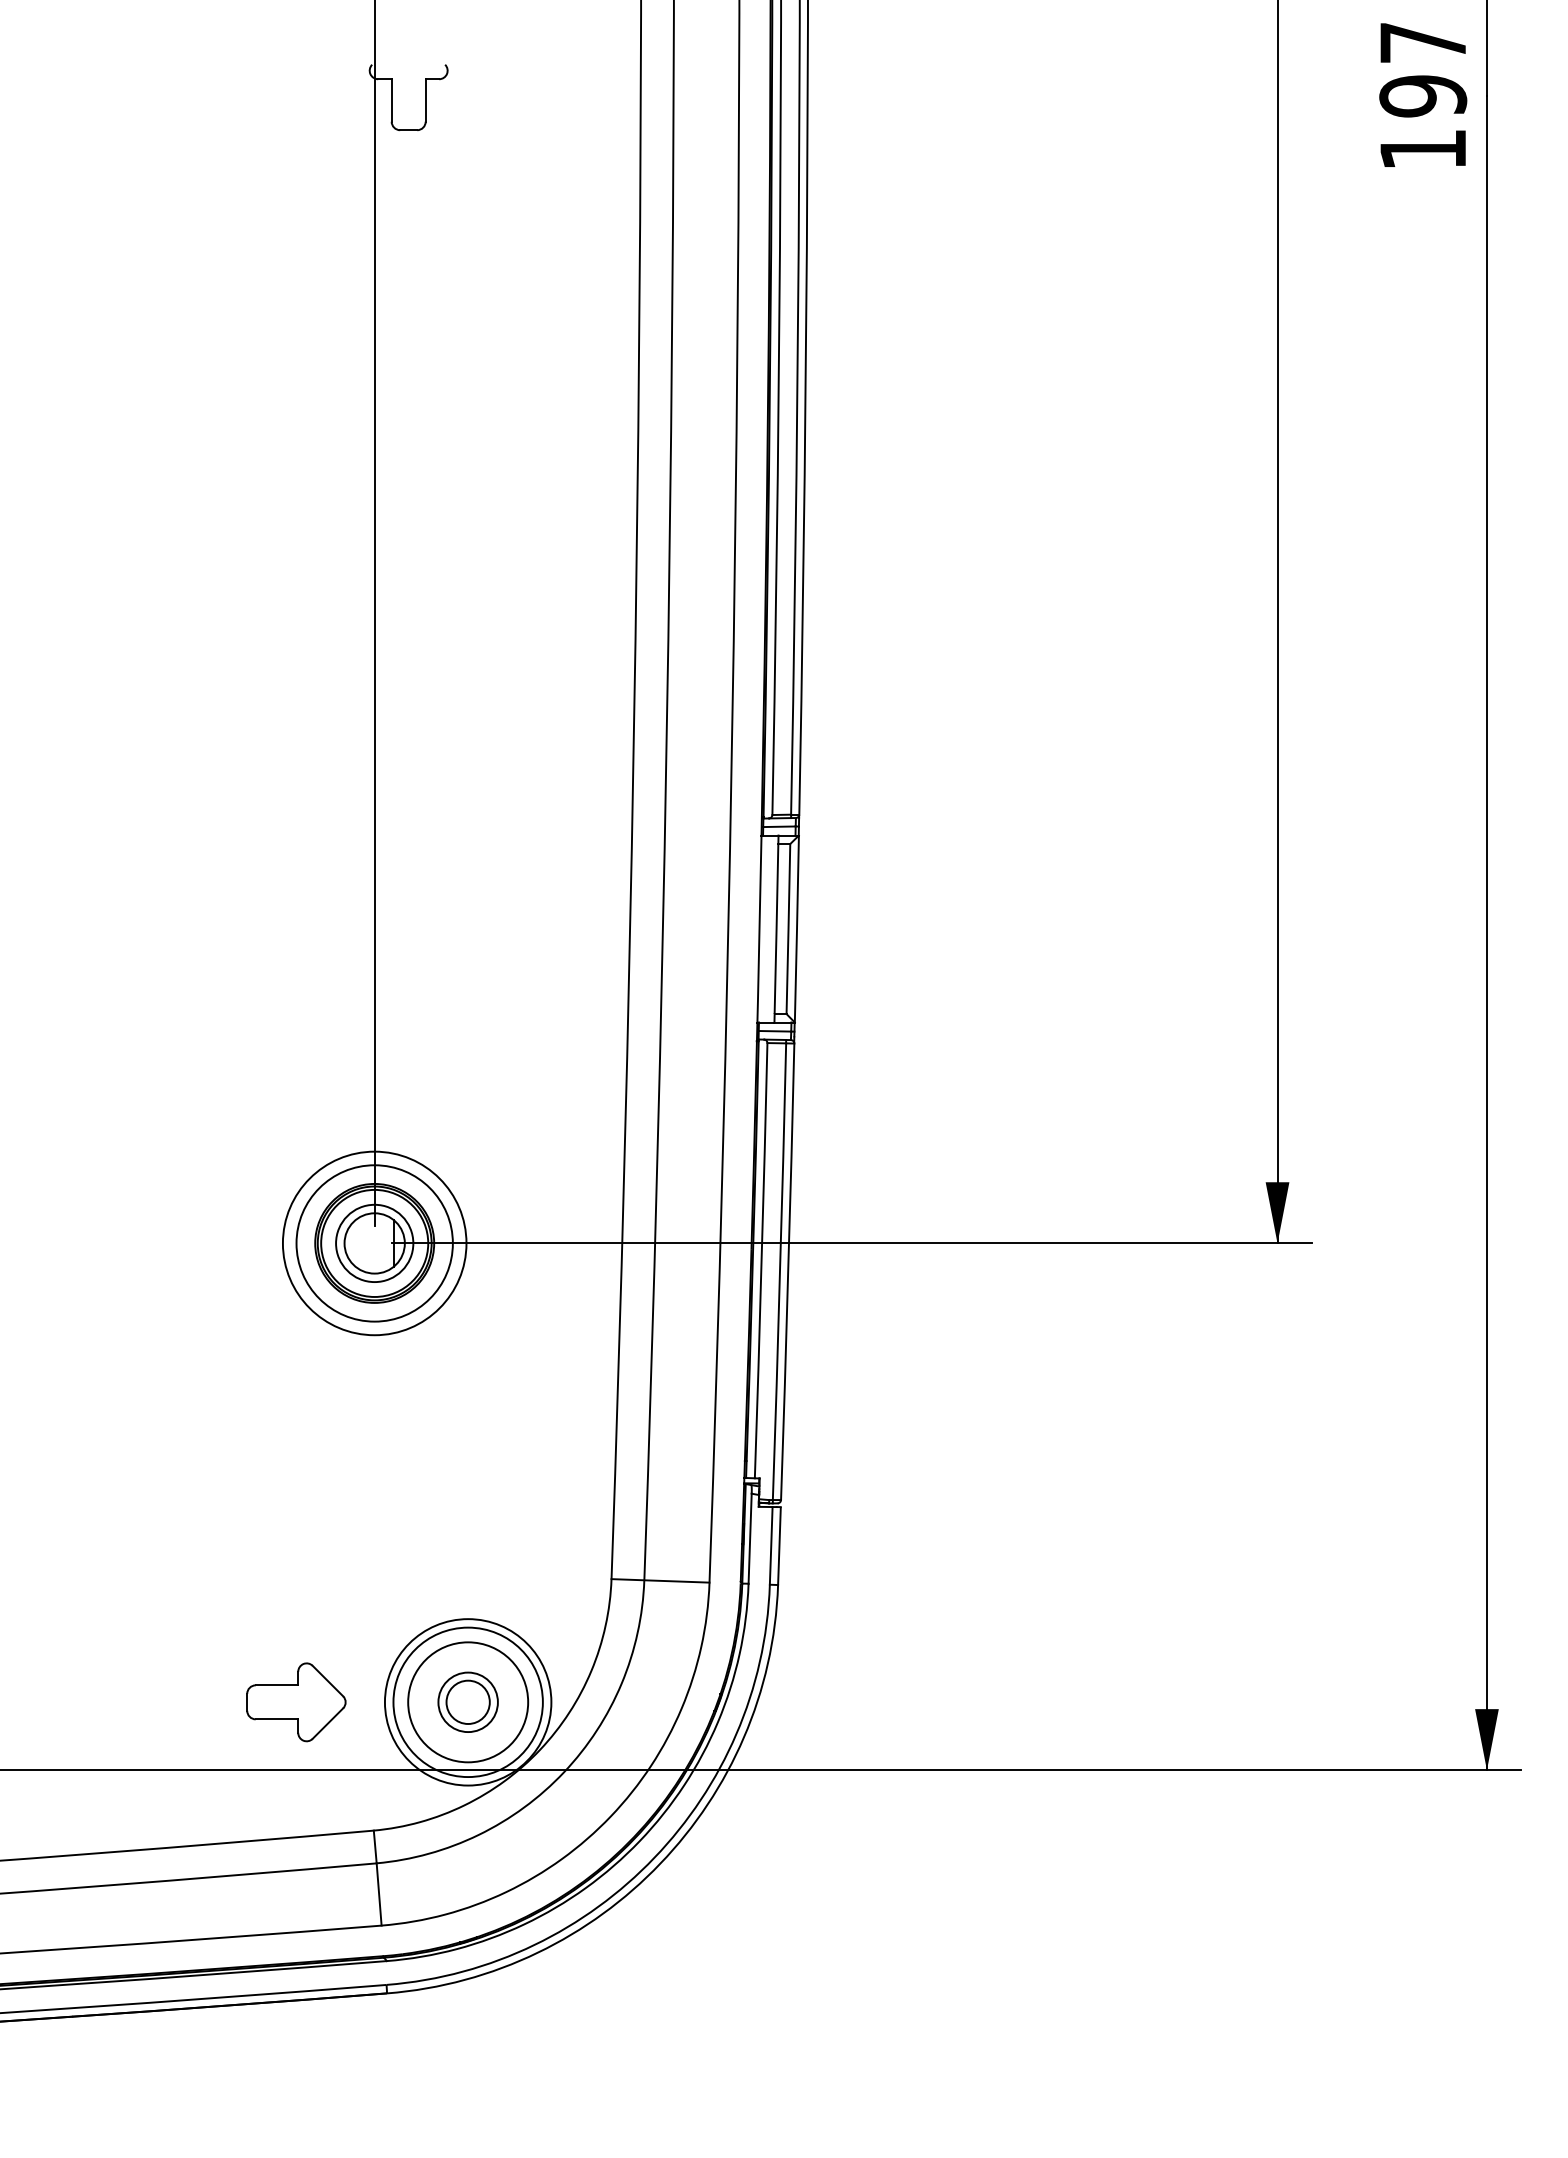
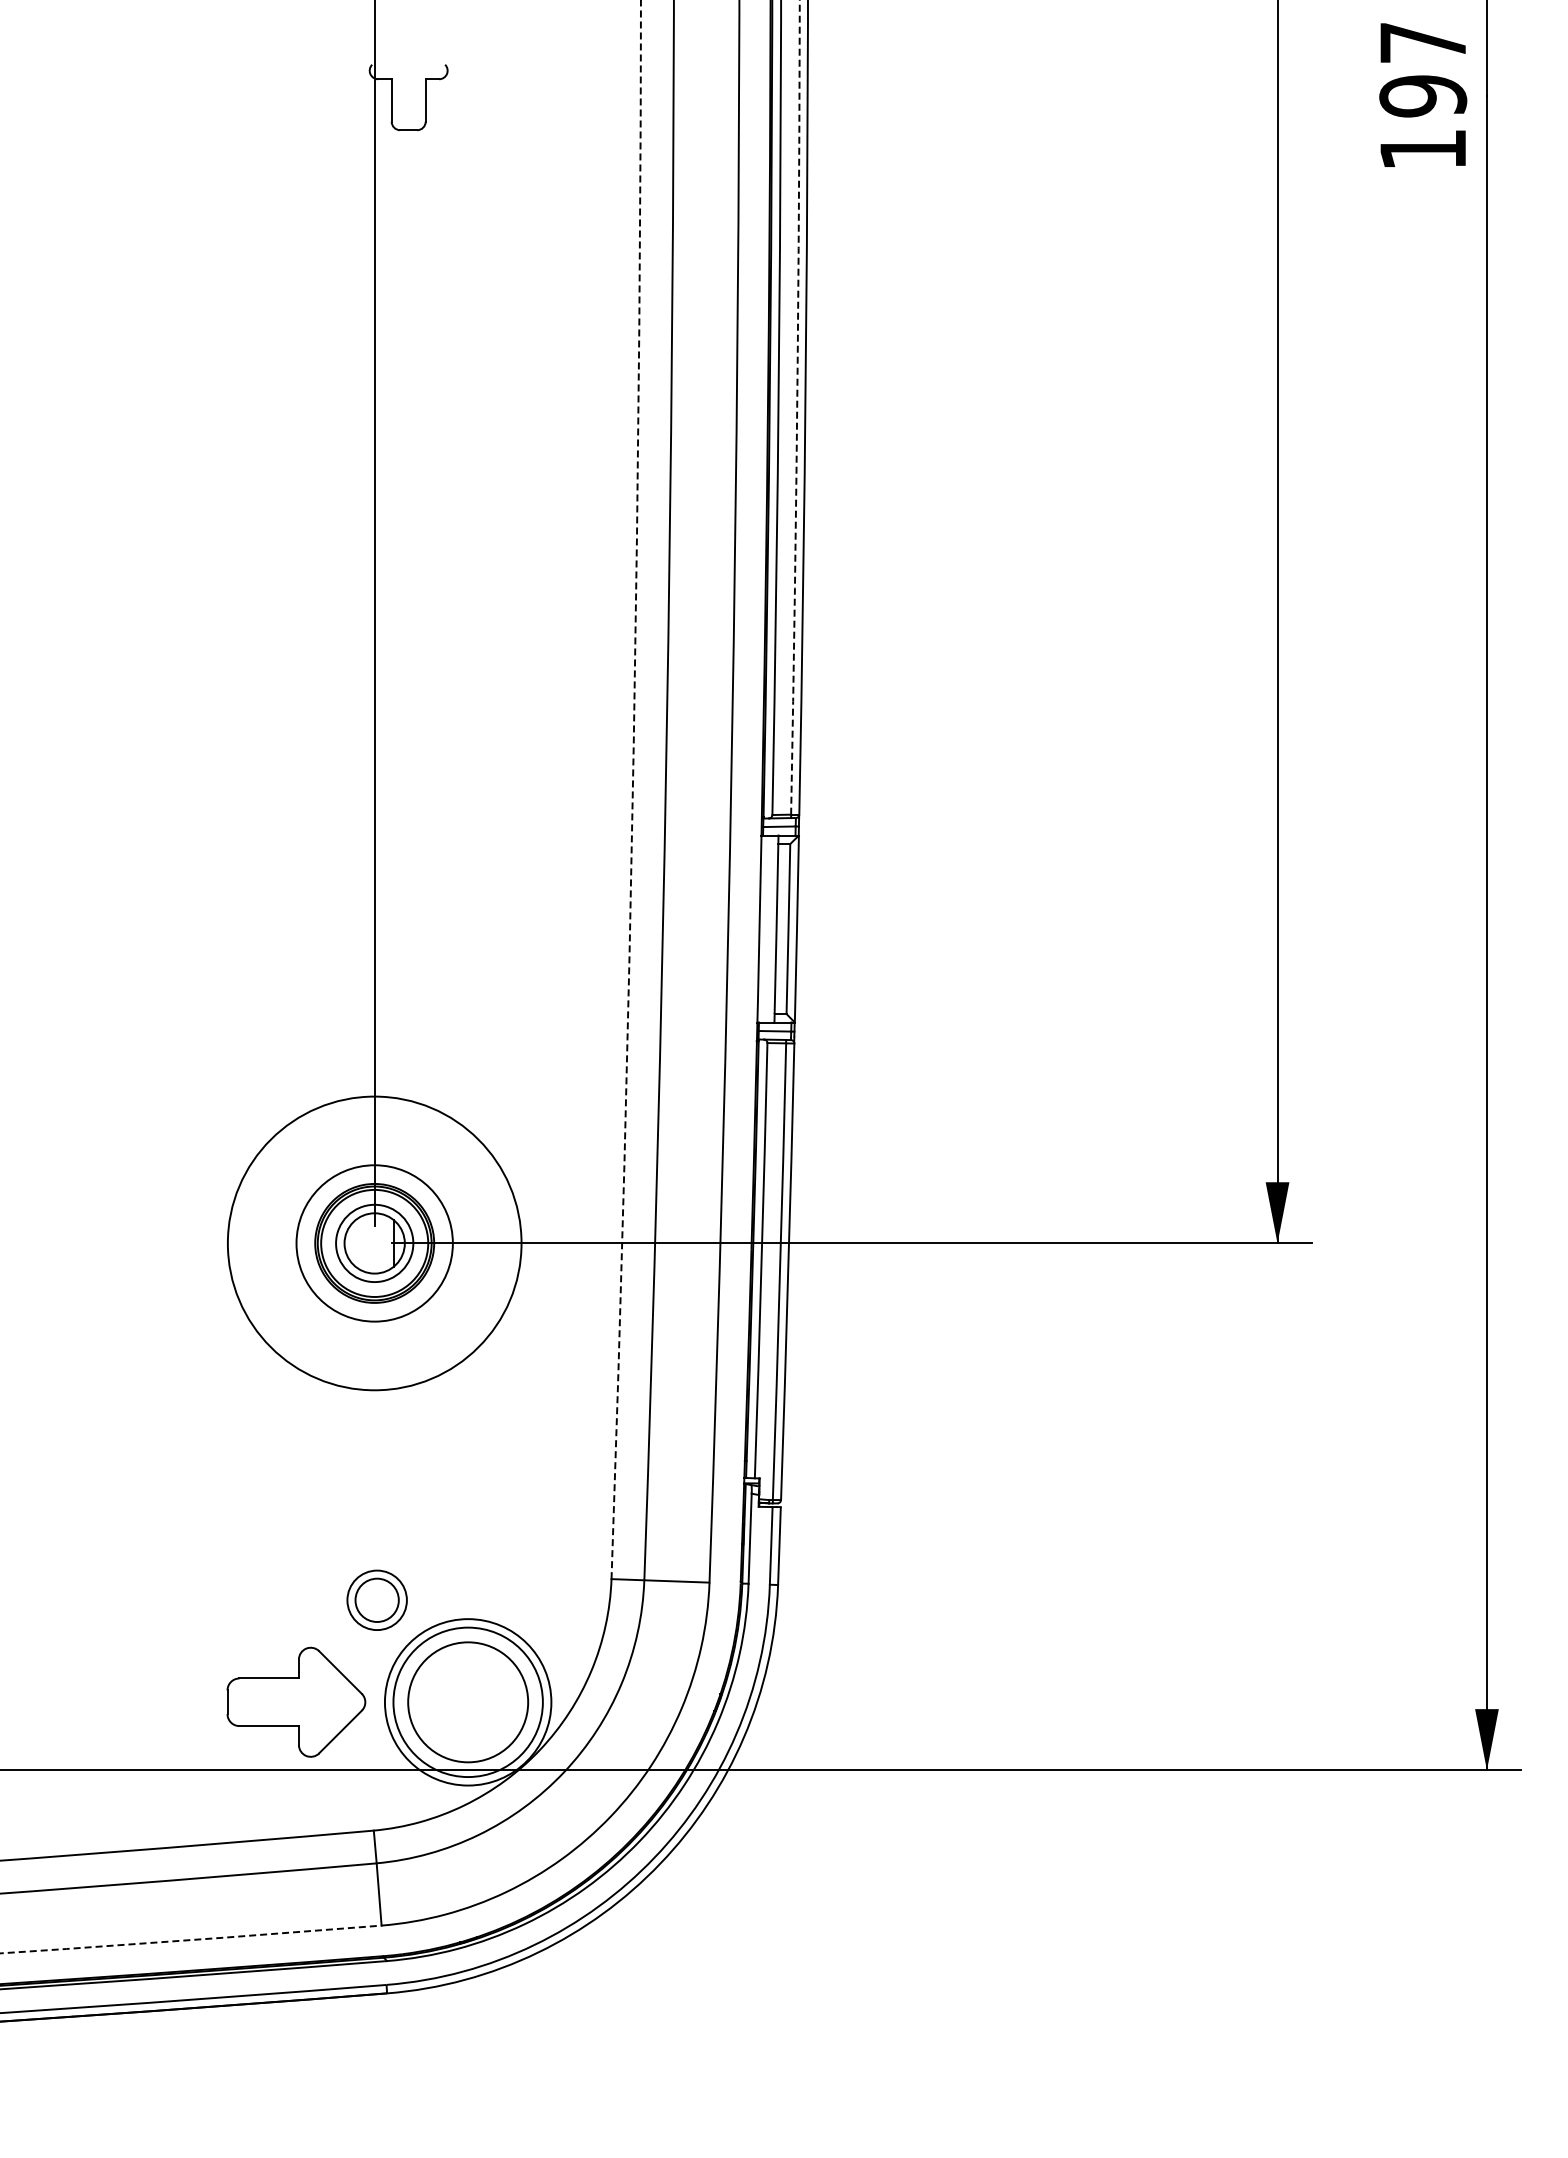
arc at (797, 406): solid -> dashed
arc at (632, 789): solid -> dashed
circle at (374, 1243) diameter: 184 px -> 294 px
part at (467, 1701) position: (467, 1701) -> (376, 1599)
part at (296, 1702) size: 101x81 px -> 141x112 px
arc at (191, 1940): solid -> dashed
